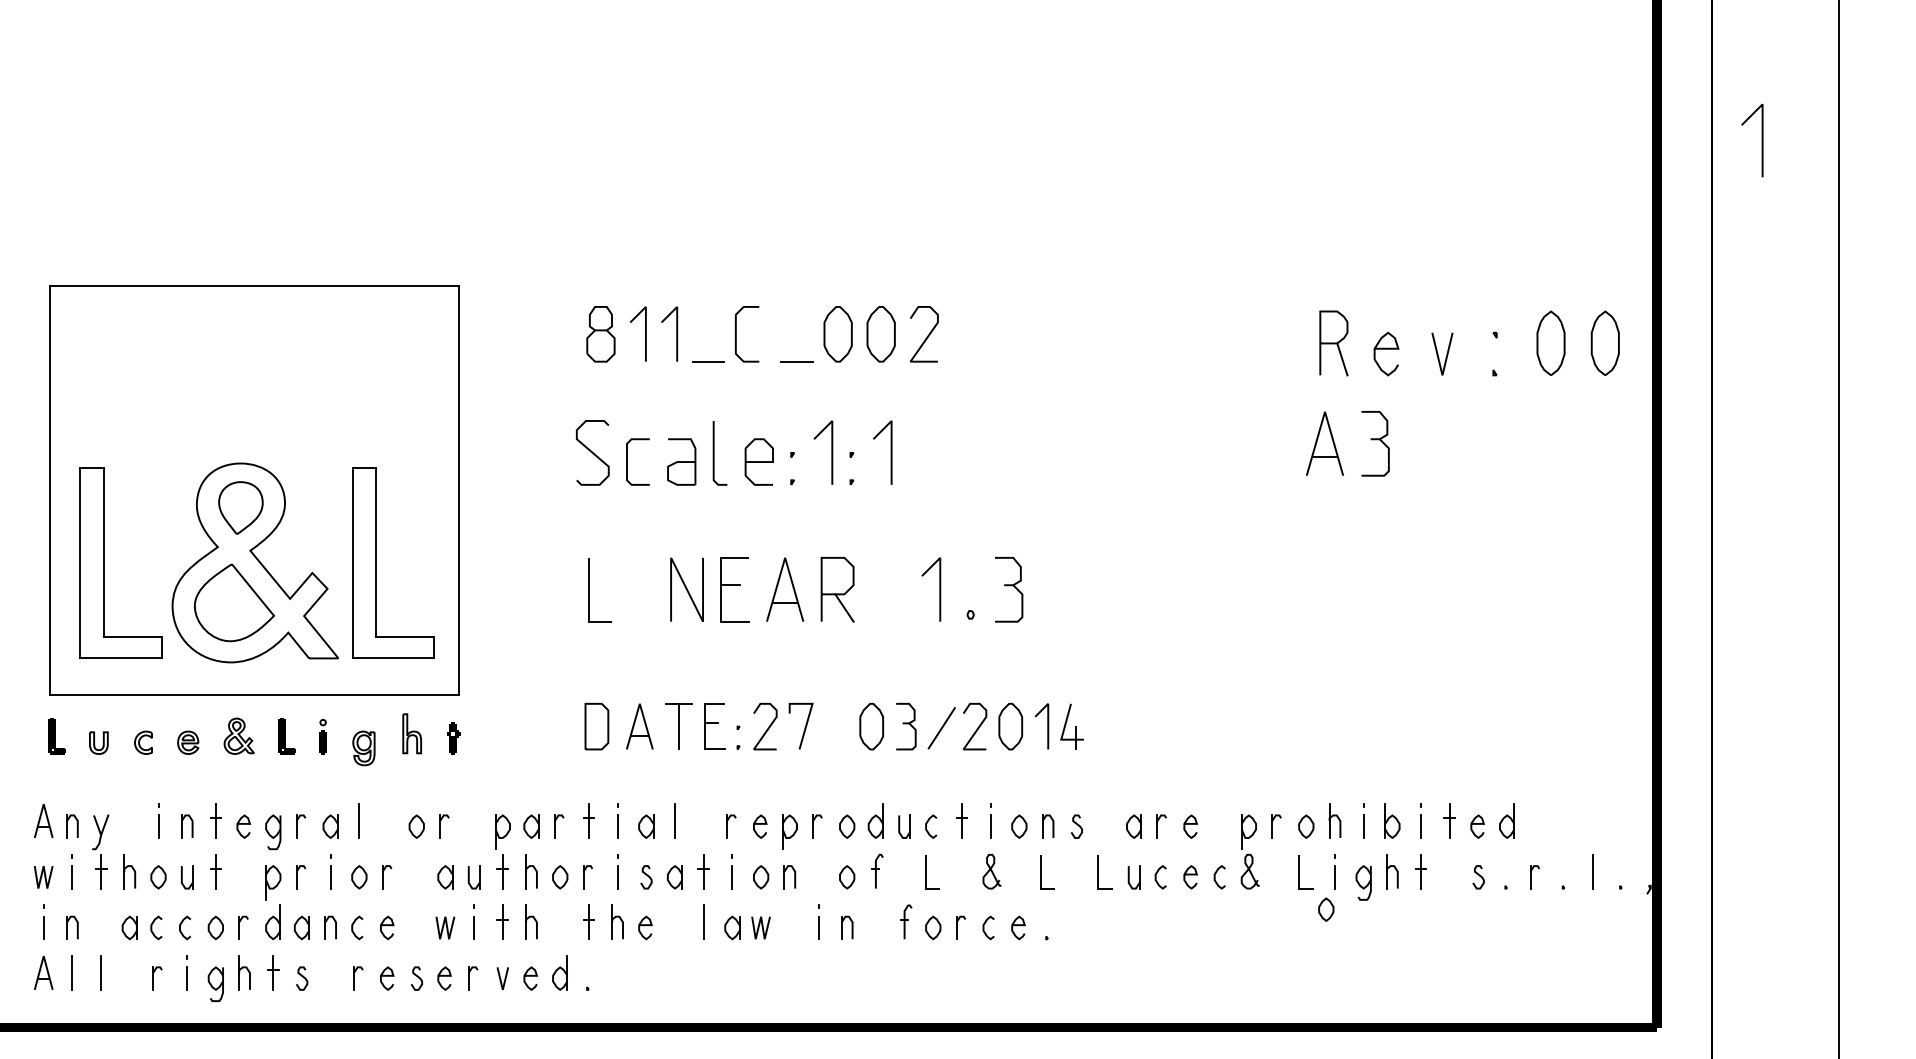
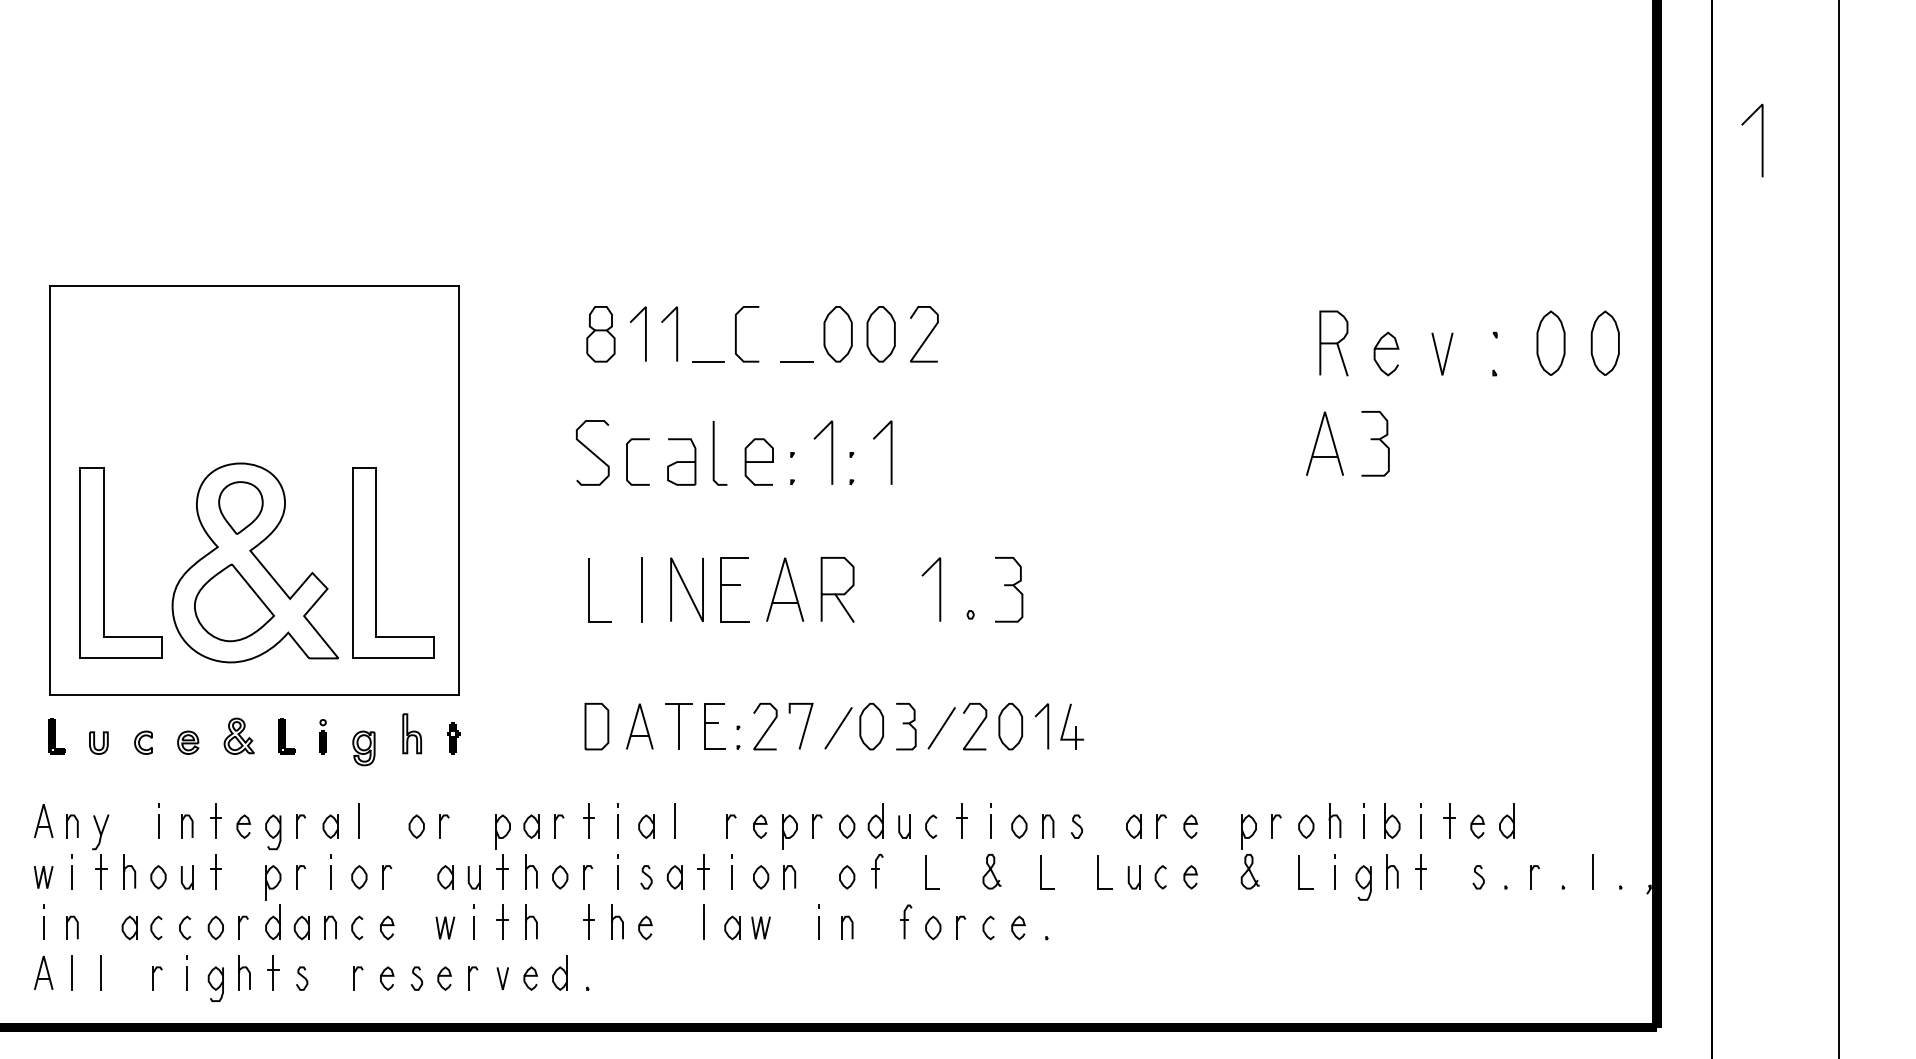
line at (642, 589): none -> present
line at (838, 728): none -> present
curve at (1215, 877): present -> none
part at (1326, 909): present -> none
